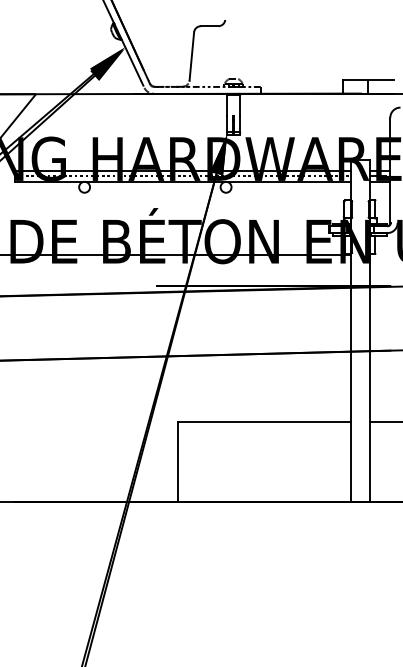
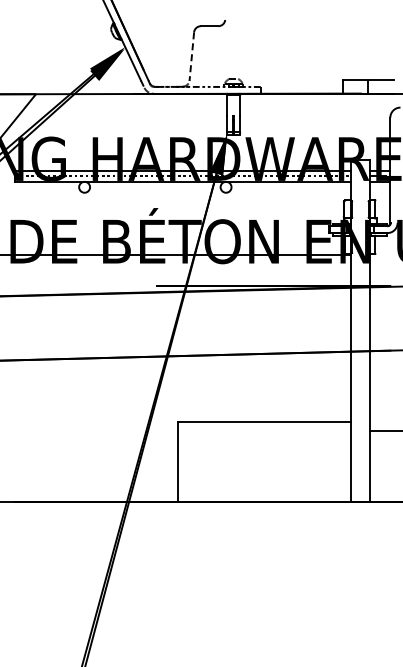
line at (191, 57): solid -> dashed
line at (384, 421) position: (384, 421) -> (384, 430)
